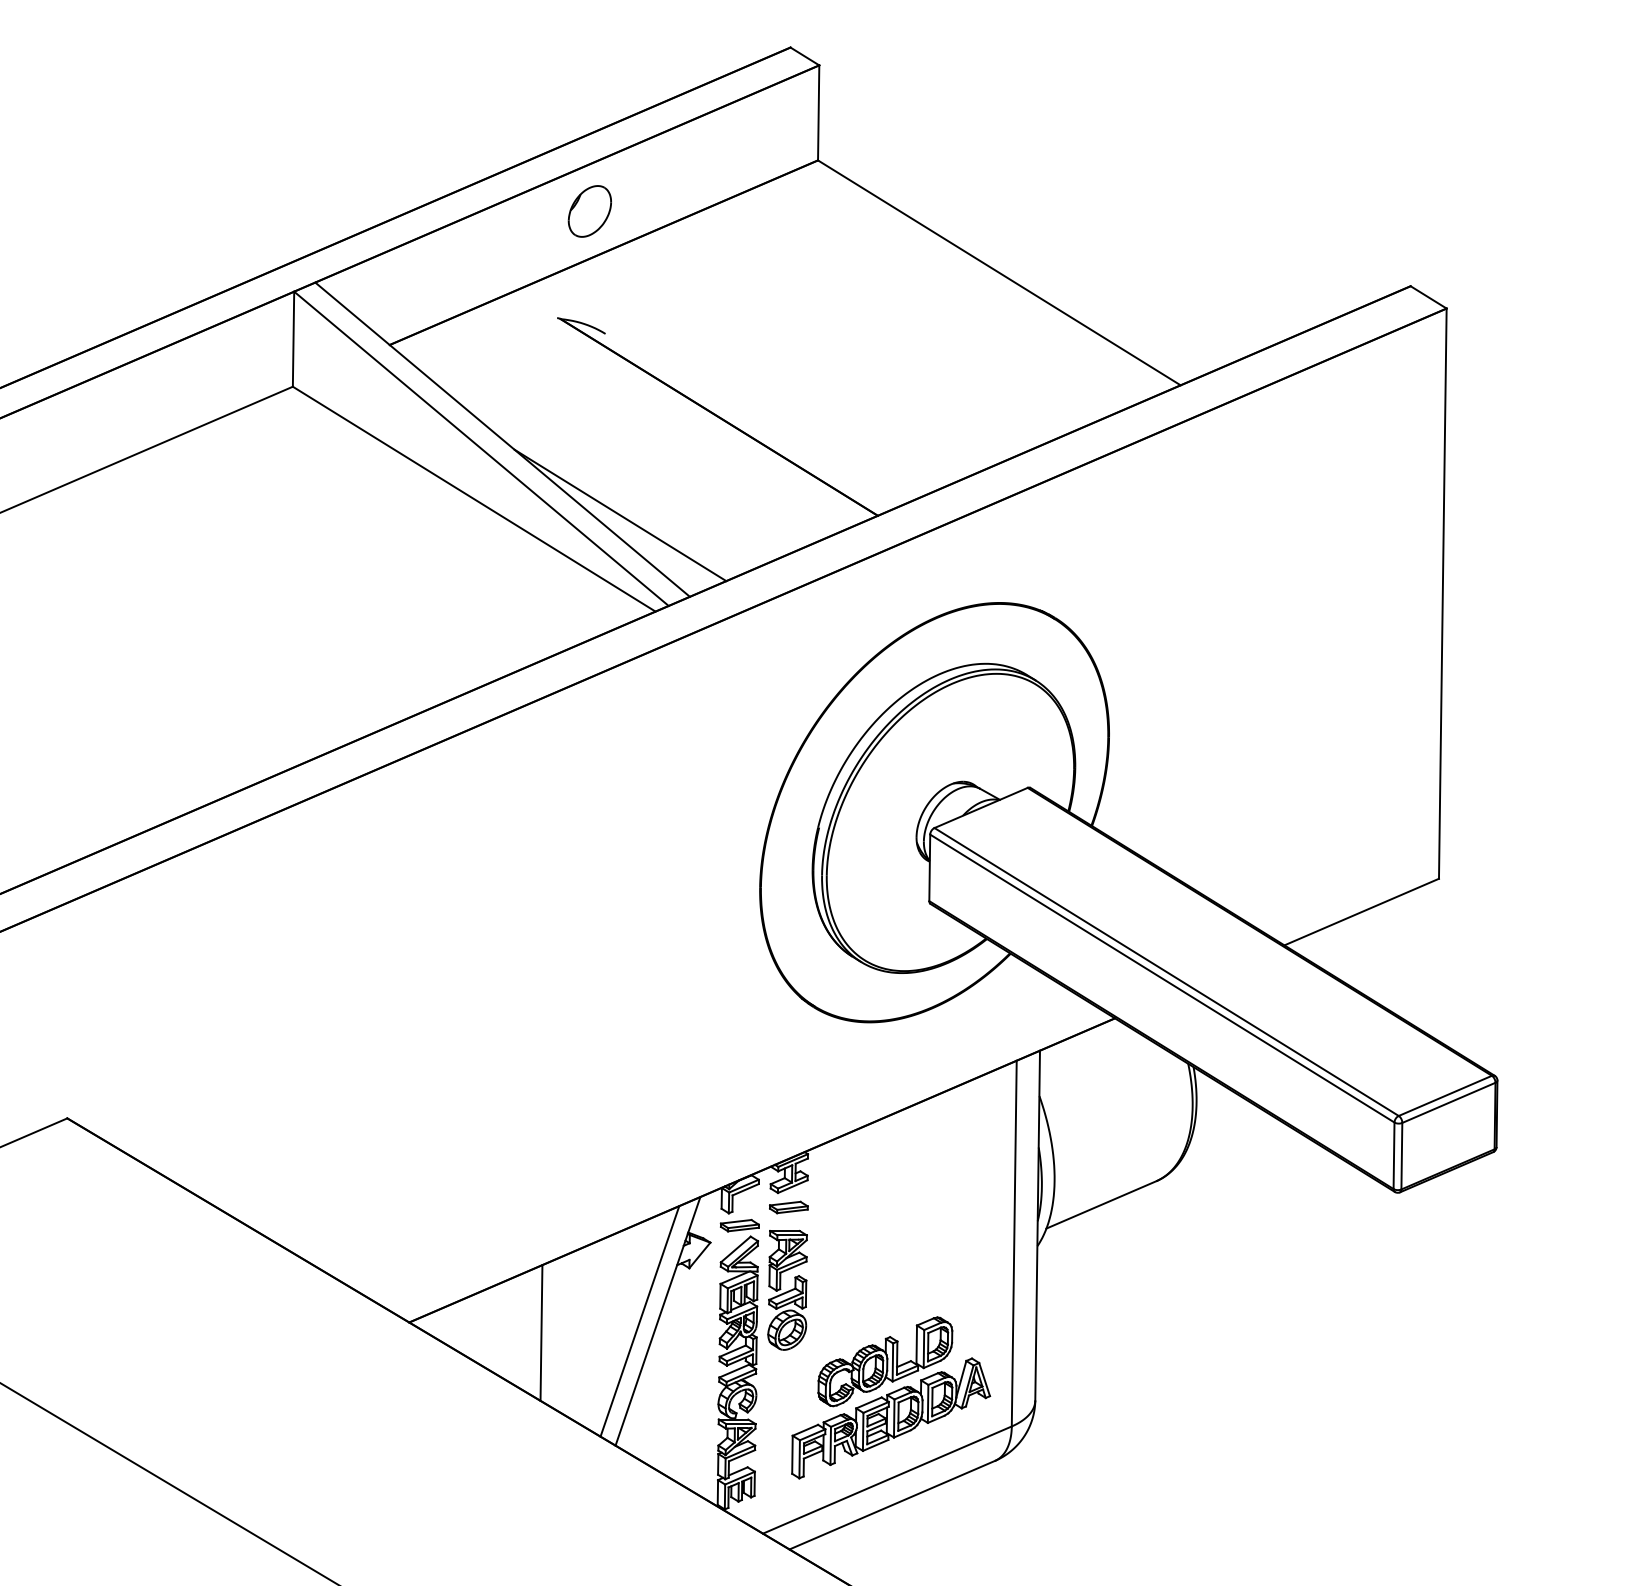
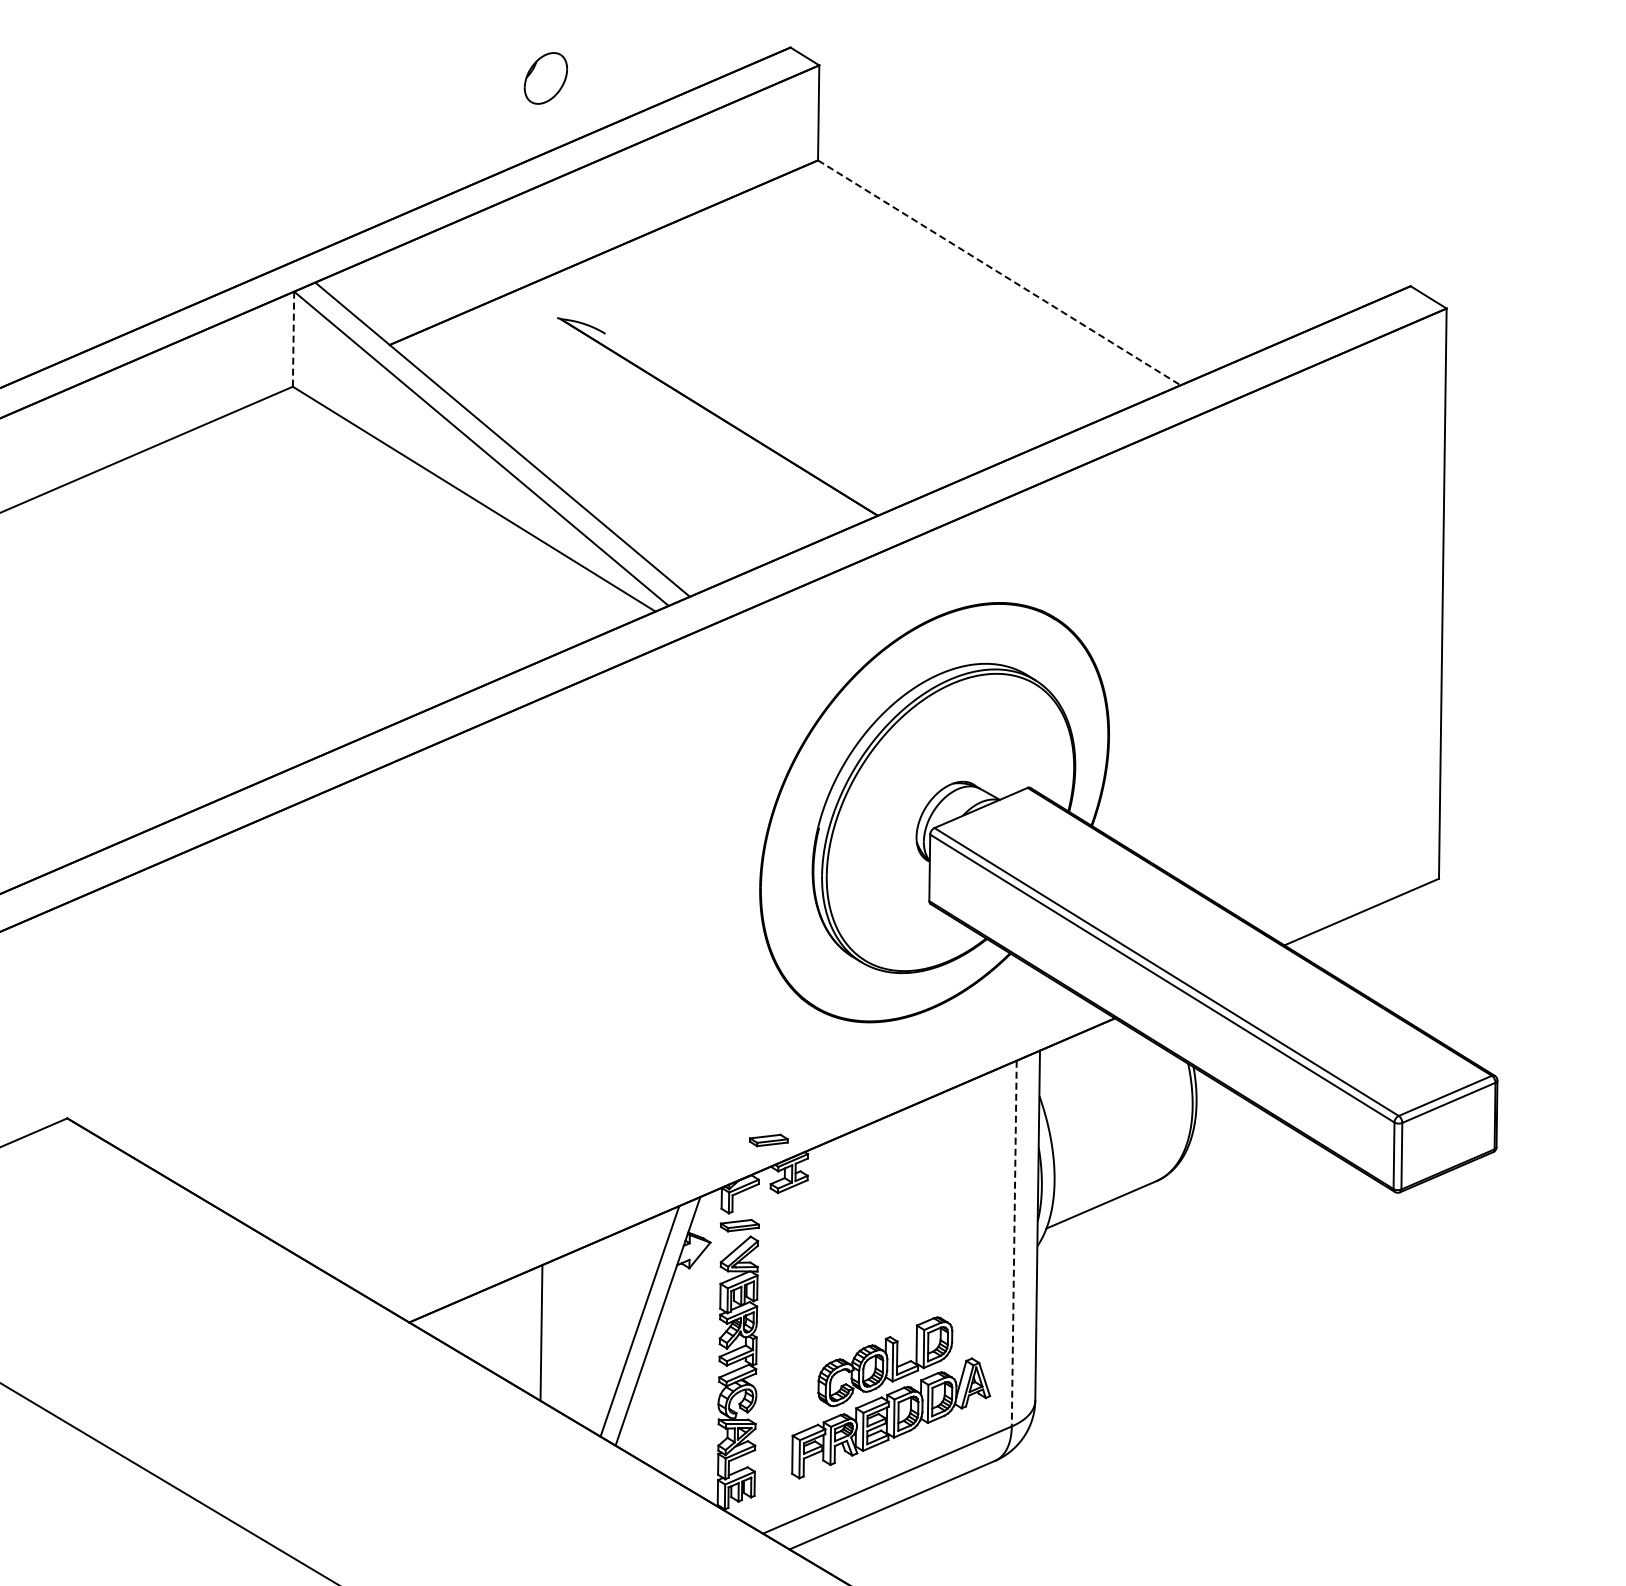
part at (589, 211) position: (589, 211) -> (545, 78)
line at (999, 273): solid -> dashed
line at (293, 339): solid -> dashed
line at (620, 515): present -> none
part at (788, 1207) position: (788, 1207) -> (768, 1140)
line at (1014, 1243): solid -> dashed
part at (787, 1289): present -> none
